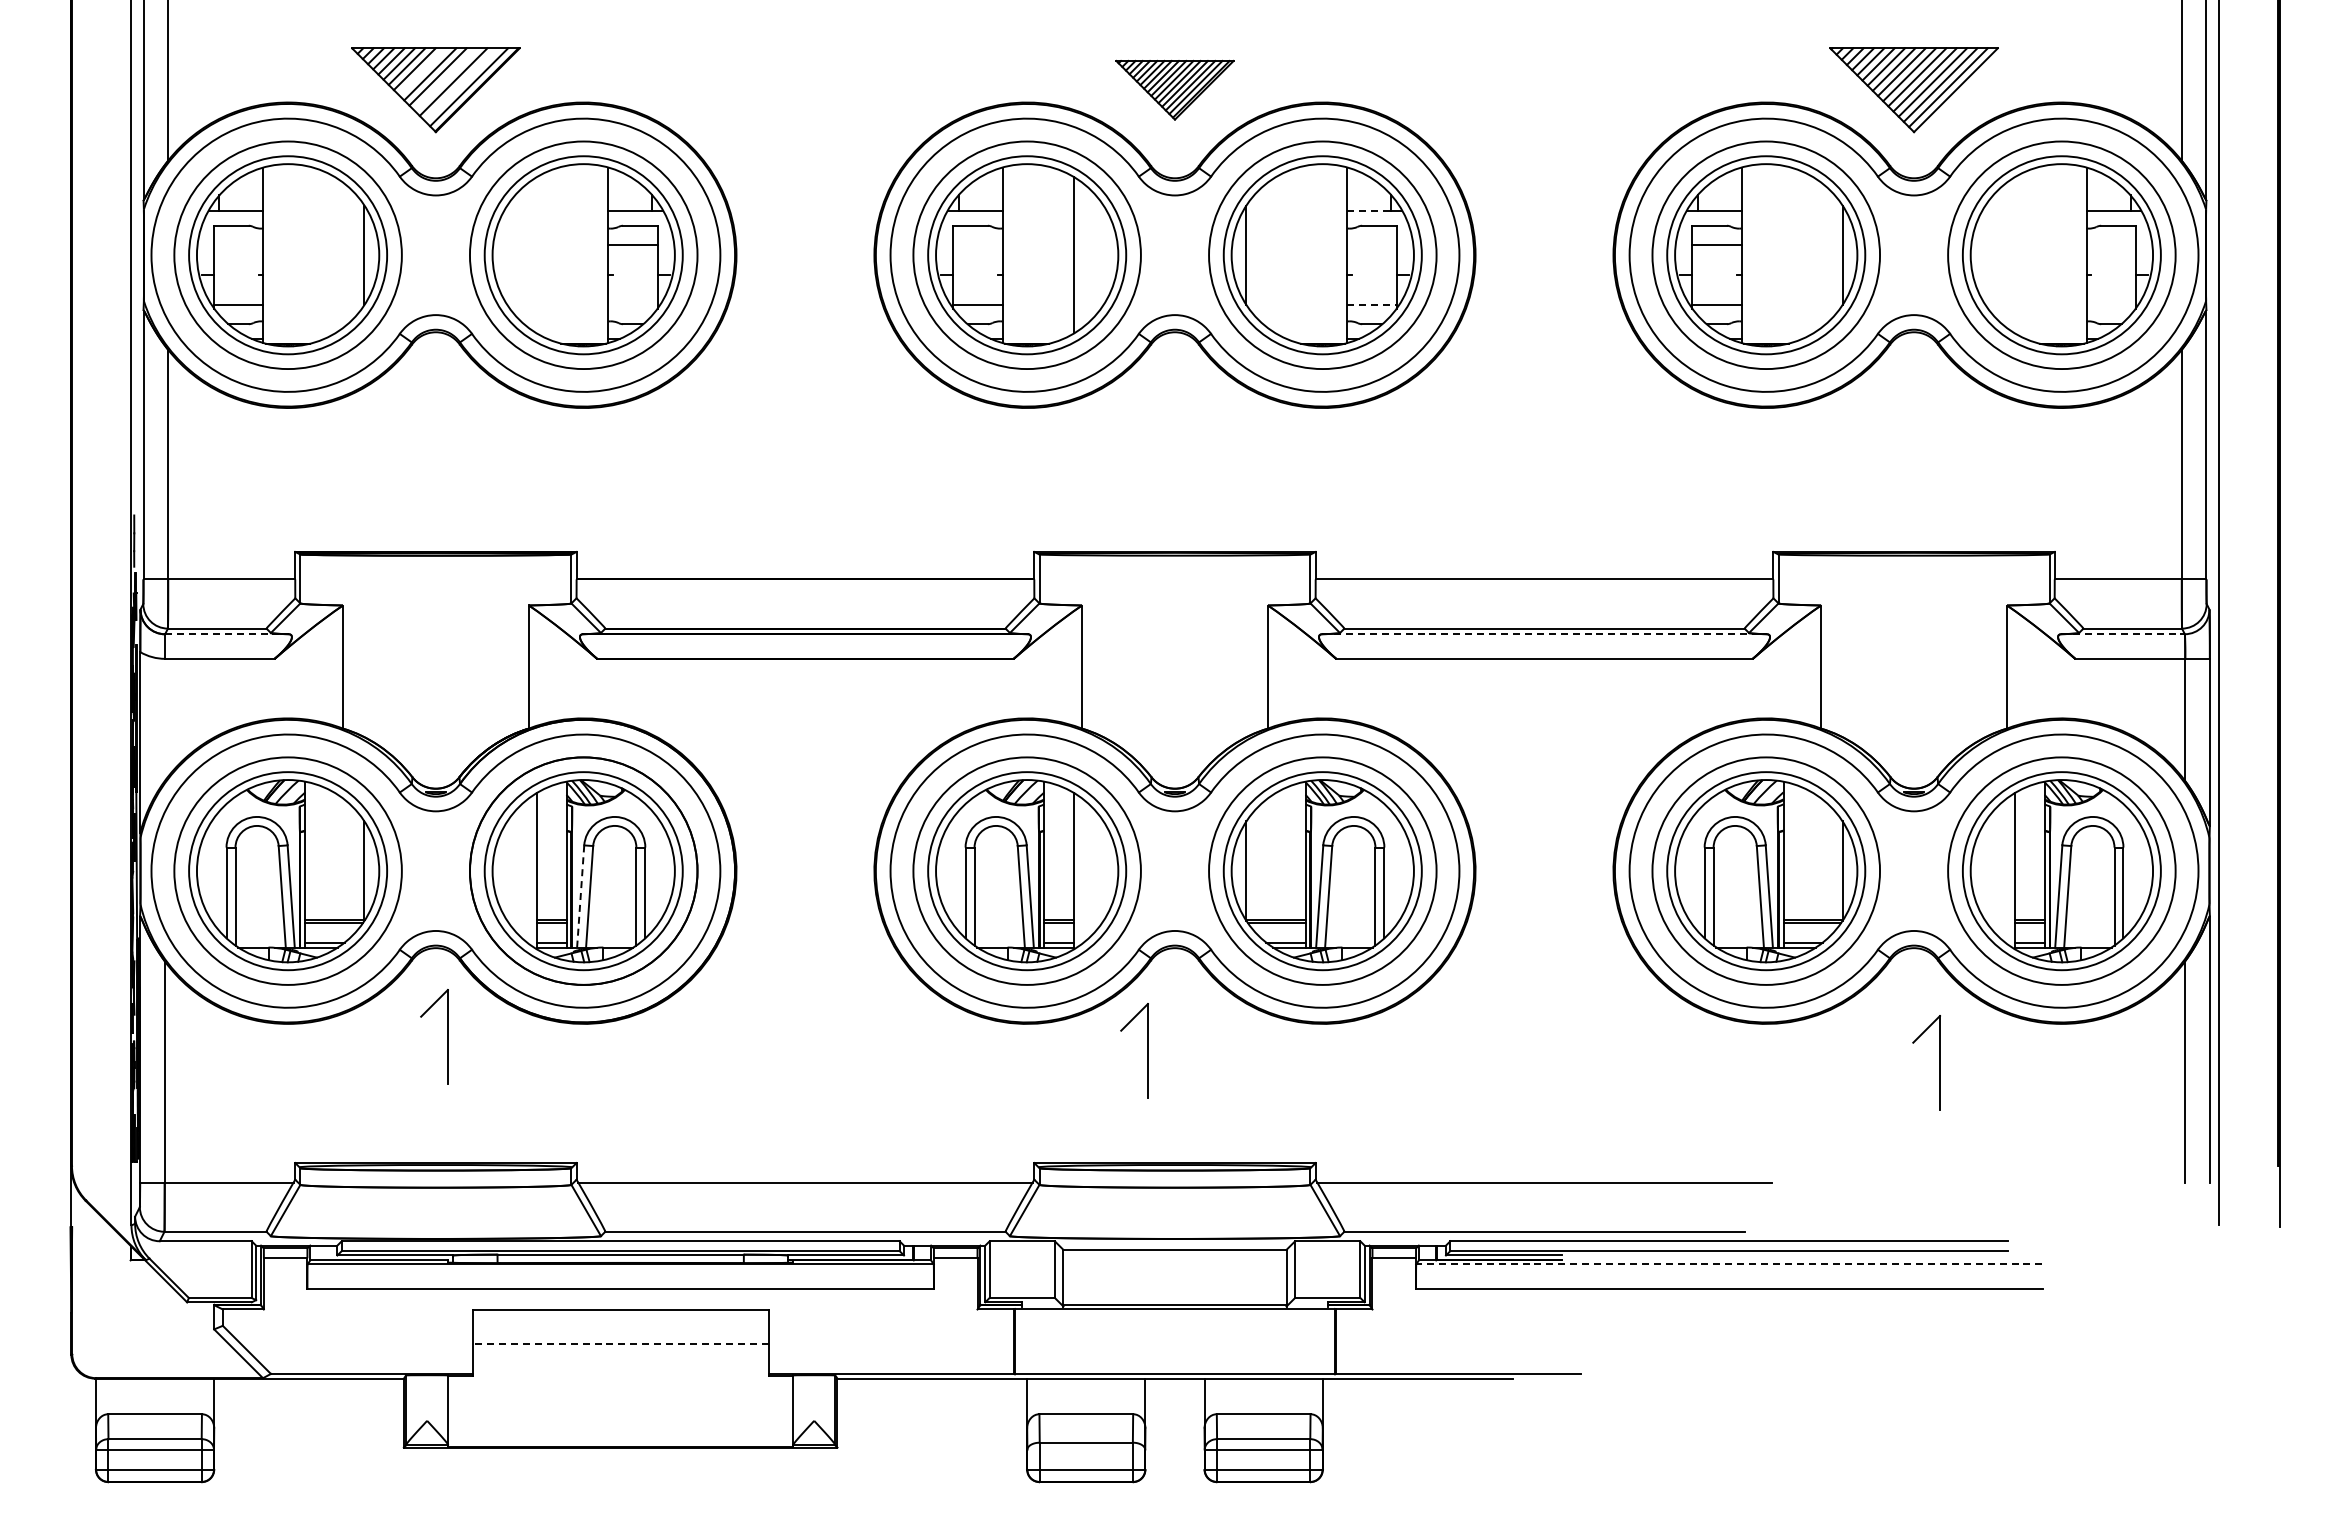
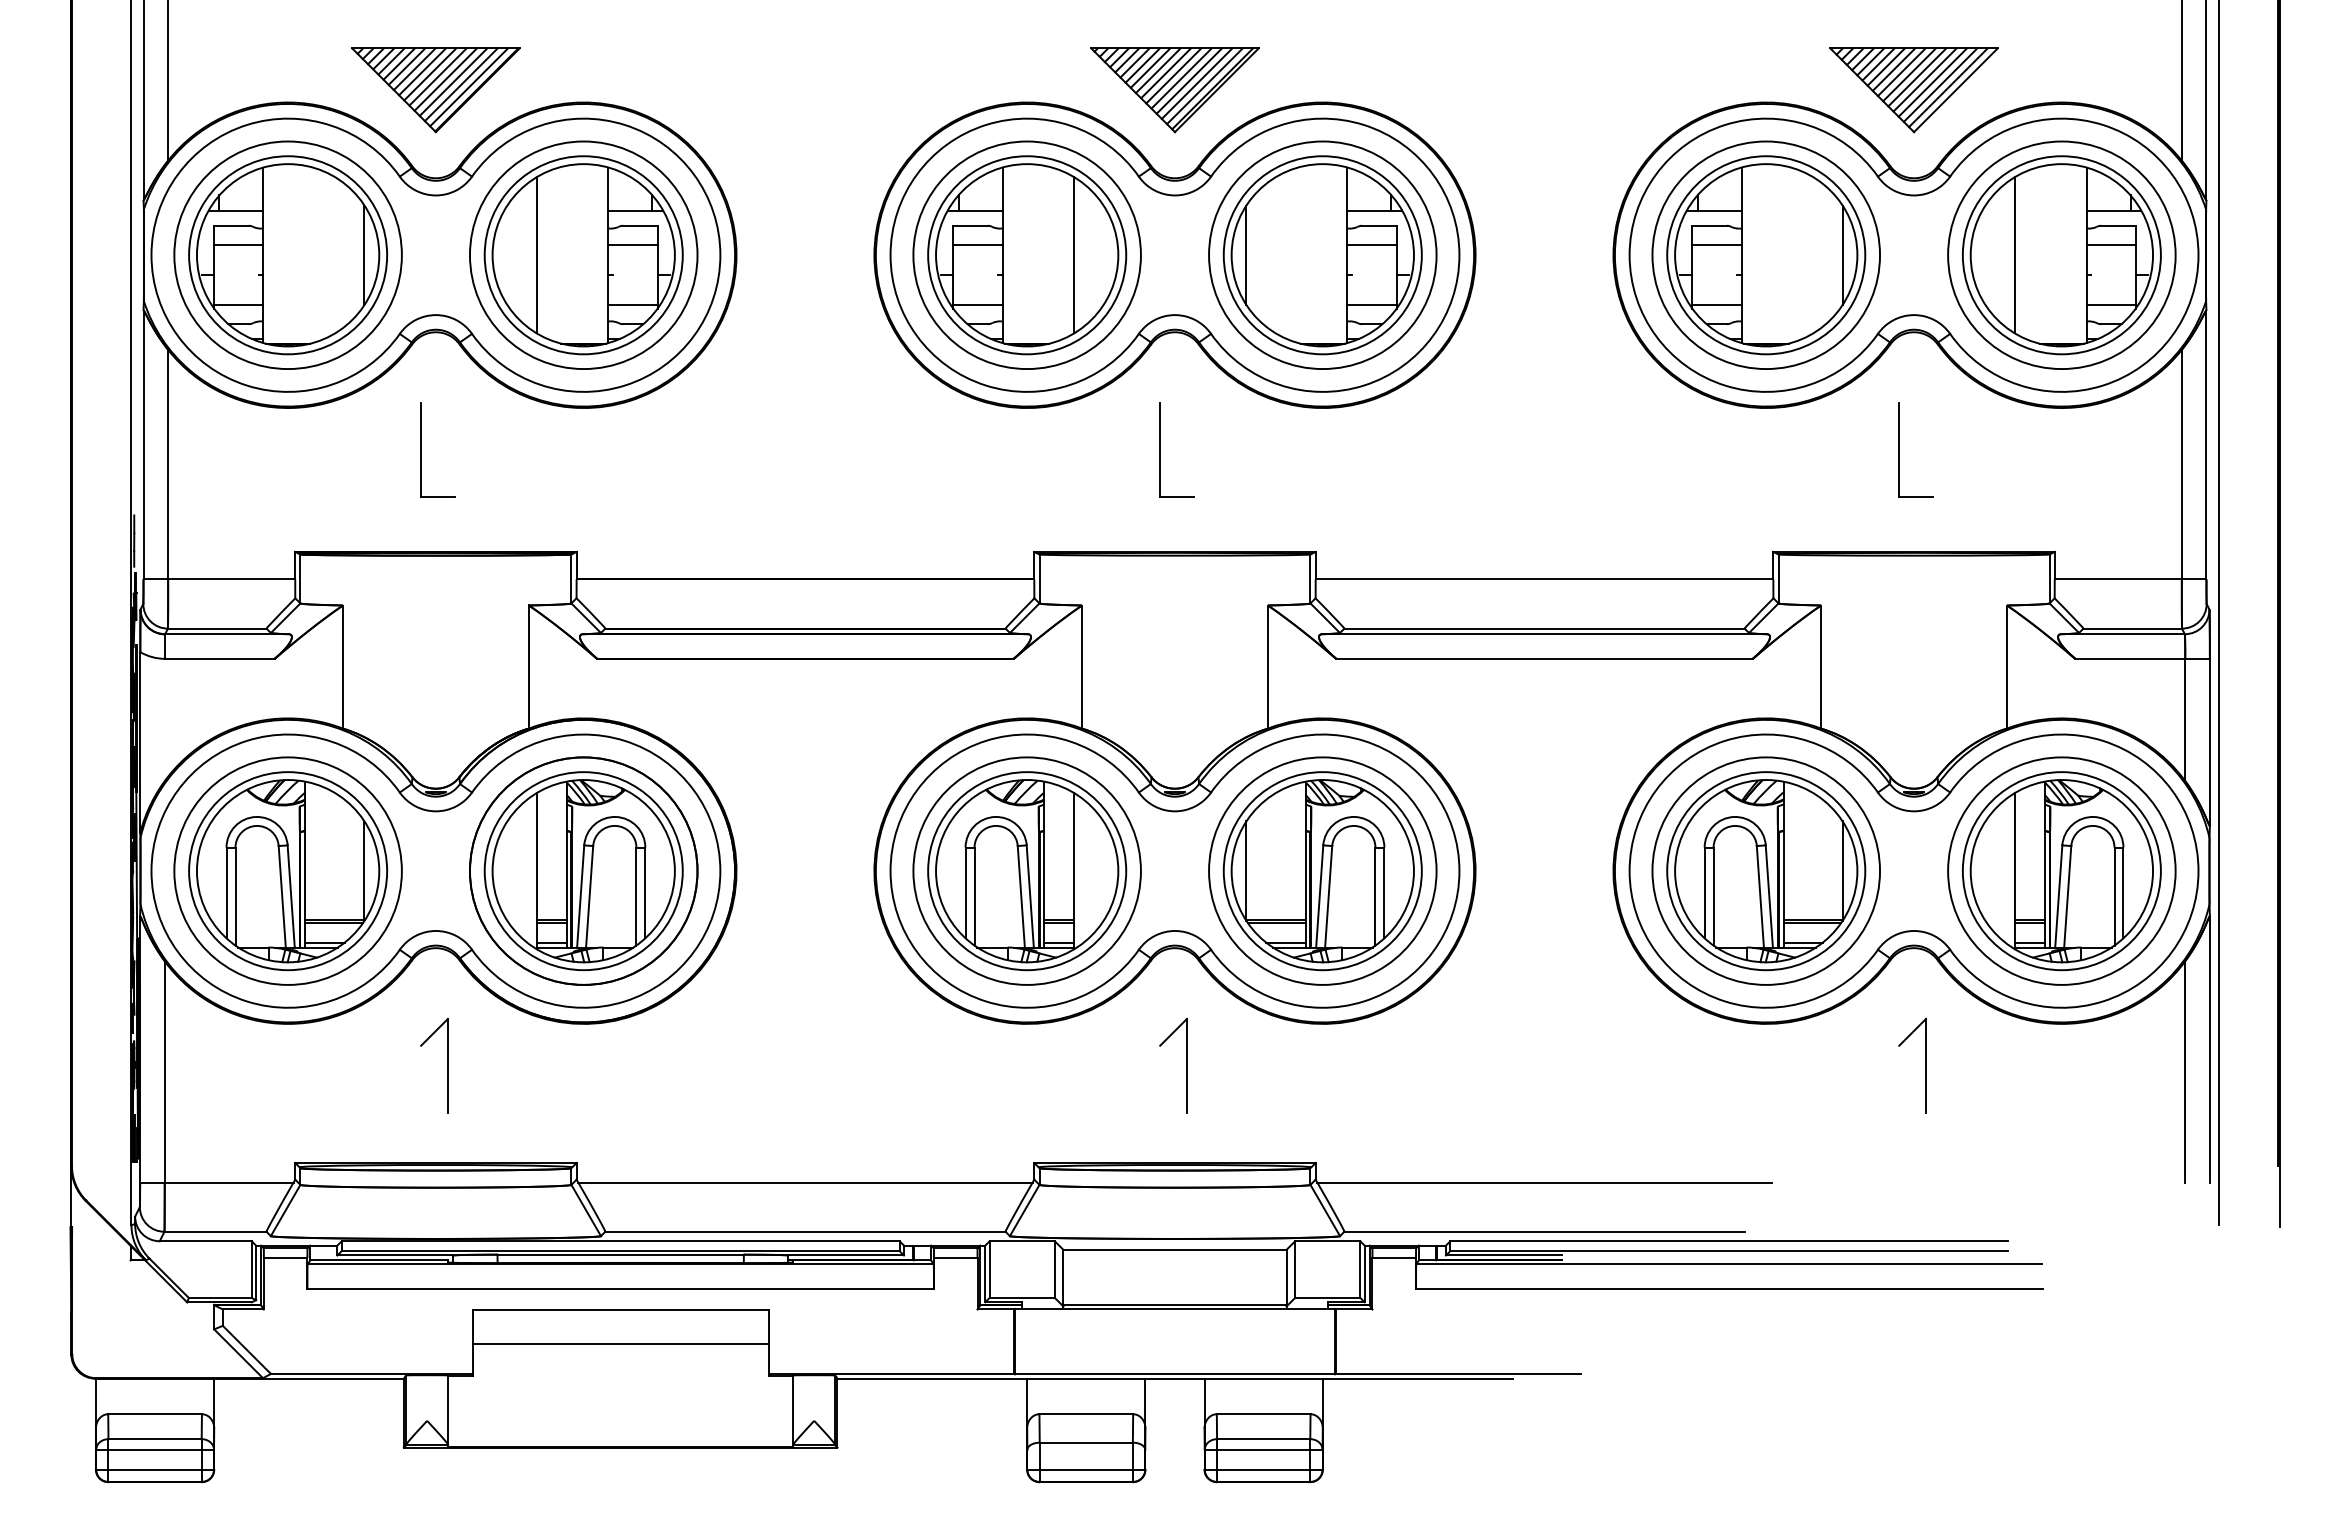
line at (422, 71): none -> present
line at (445, 79): none -> present
line at (460, 84): none -> present
part at (1174, 89) size: 120x62 px -> 170x87 px
line at (1369, 210): dashed -> solid
line at (238, 245): none -> present
line at (977, 245): none -> present
line at (1371, 245): none -> present
line at (2110, 245): none -> present
line at (536, 255): none -> present
line at (2015, 255): none -> present
line at (632, 304): none -> present
line at (1372, 304): dashed -> solid
line at (2110, 304): none -> present
part at (421, 449): none -> present
part at (1160, 449): none -> present
part at (1899, 449): none -> present
line at (226, 634): dashed -> solid
line at (1545, 634): dashed -> solid
line at (2123, 634): dashed -> solid
line at (580, 896): dashed -> solid
part at (447, 1036) position: (447, 1036) -> (447, 1065)
part at (1147, 1050) position: (1147, 1050) -> (1186, 1065)
part at (1939, 1062) position: (1939, 1062) -> (1925, 1065)
line at (1728, 1264): dashed -> solid
line at (620, 1344): dashed -> solid
